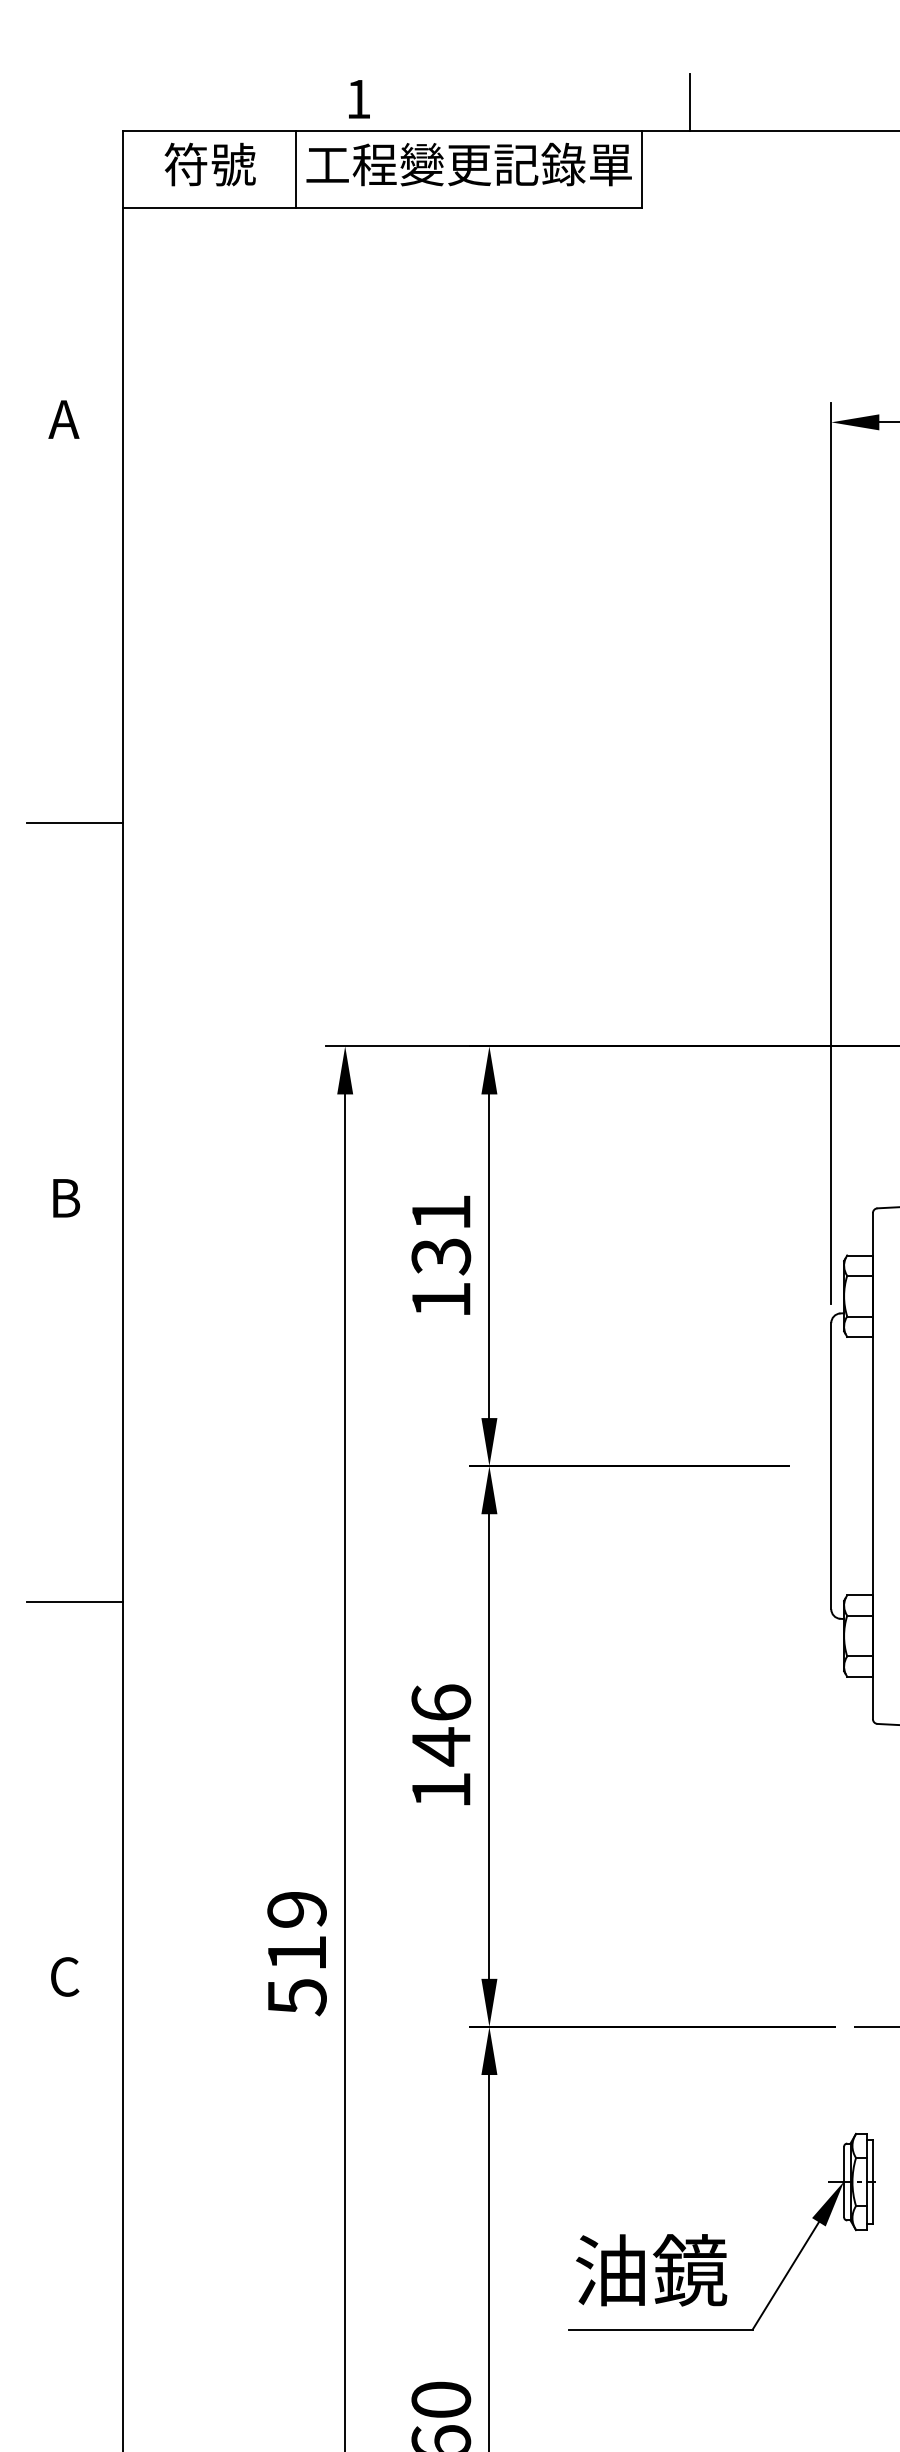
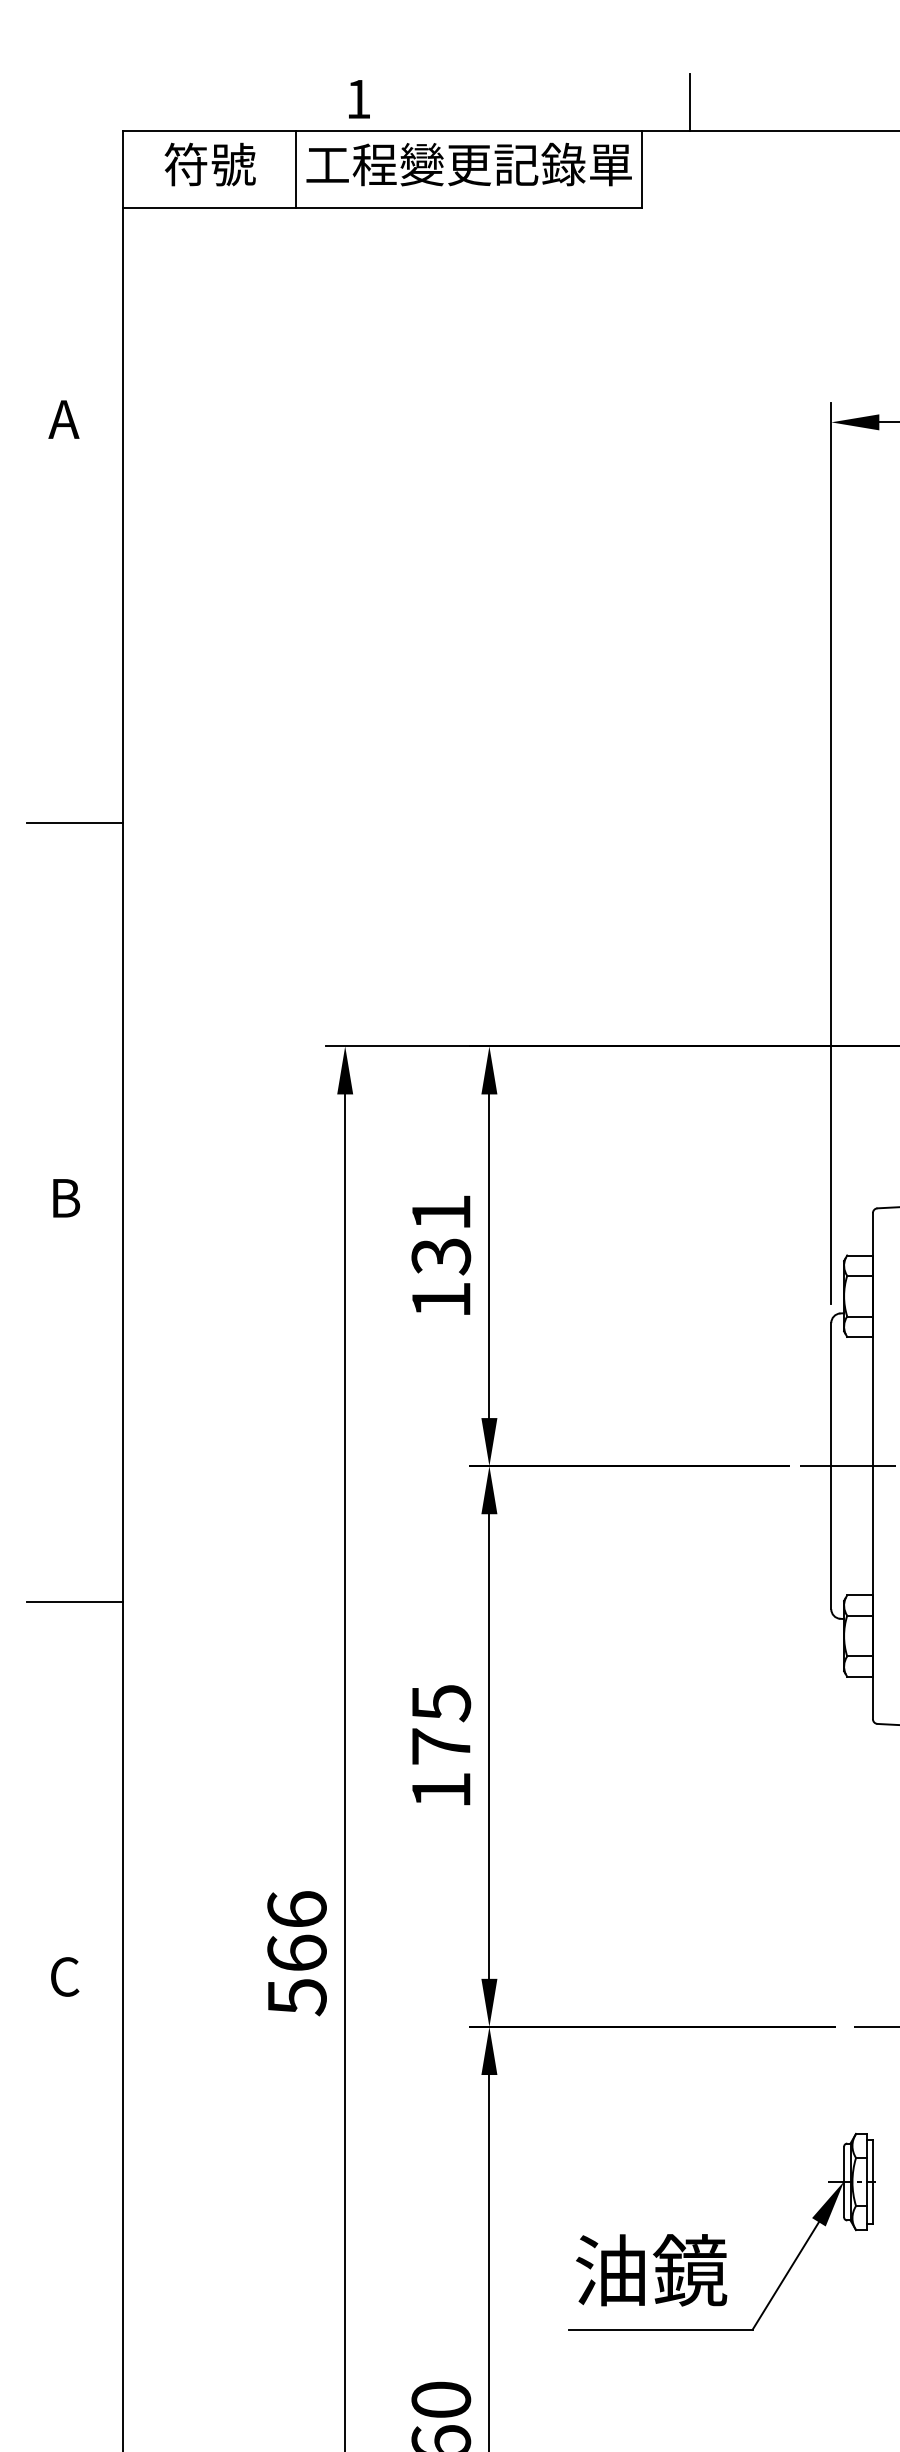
line at (847, 1466): none -> present
text at (441, 1725): 146 -> 175
text at (296, 1930): 519 -> 566
